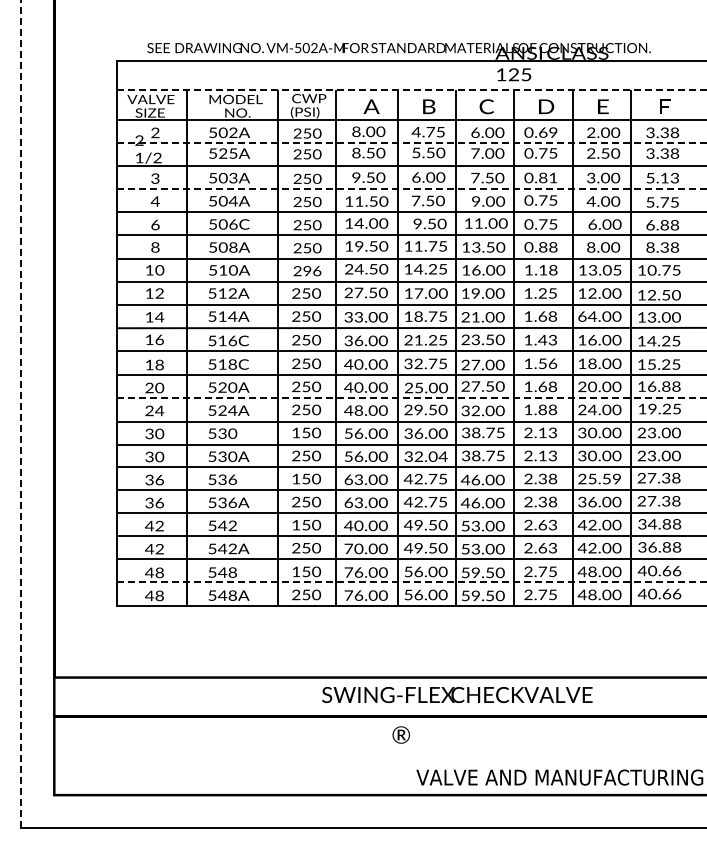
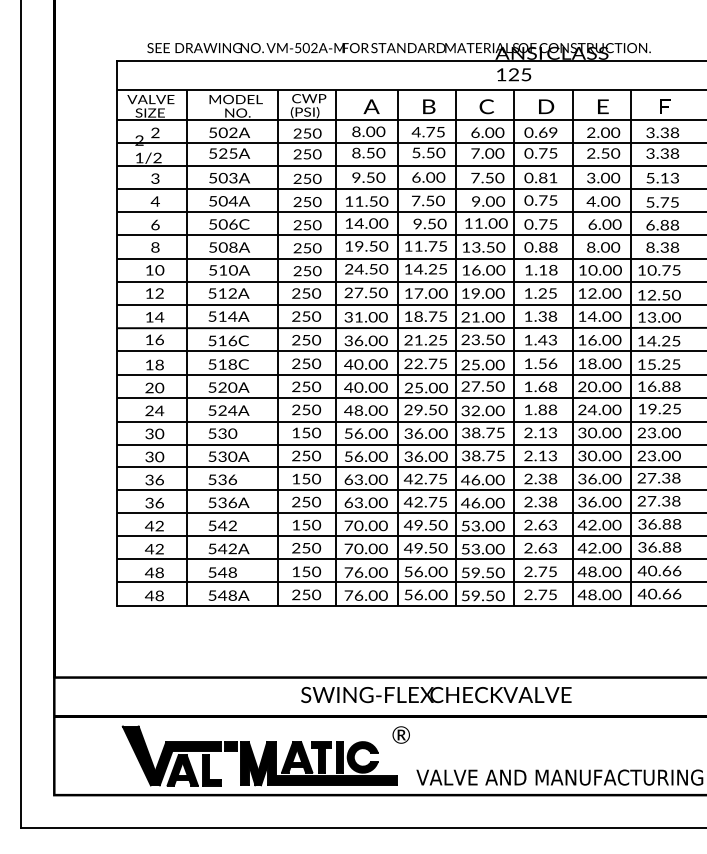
line at (412, 89): dashed -> solid
line at (412, 143): dashed -> solid
line at (412, 189): dashed -> solid
text at (604, 270): 13.05 -> 10.00
text at (312, 271): 296 -> 250
text at (542, 316): 1.68 -> 1.38
text at (582, 316): 64.00 -> 14.00
text at (358, 317): 33.00 -> 31.00
text at (475, 364): 27.00 -> 25.00
text at (408, 365): 32.75 -> 22.75
line at (412, 397): dashed -> solid
line at (21, 414): dashed -> solid
text at (430, 456): 32.04 -> 36.00
text at (599, 478): 25.59 -> 36.00
text at (652, 524): 34.88 -> 36.88
text at (348, 525): 40.00 -> 70.00
line at (412, 582): dashed -> solid
text at (457, 695) position: (457, 695) -> (436, 695)
part at (259, 755): none -> present
